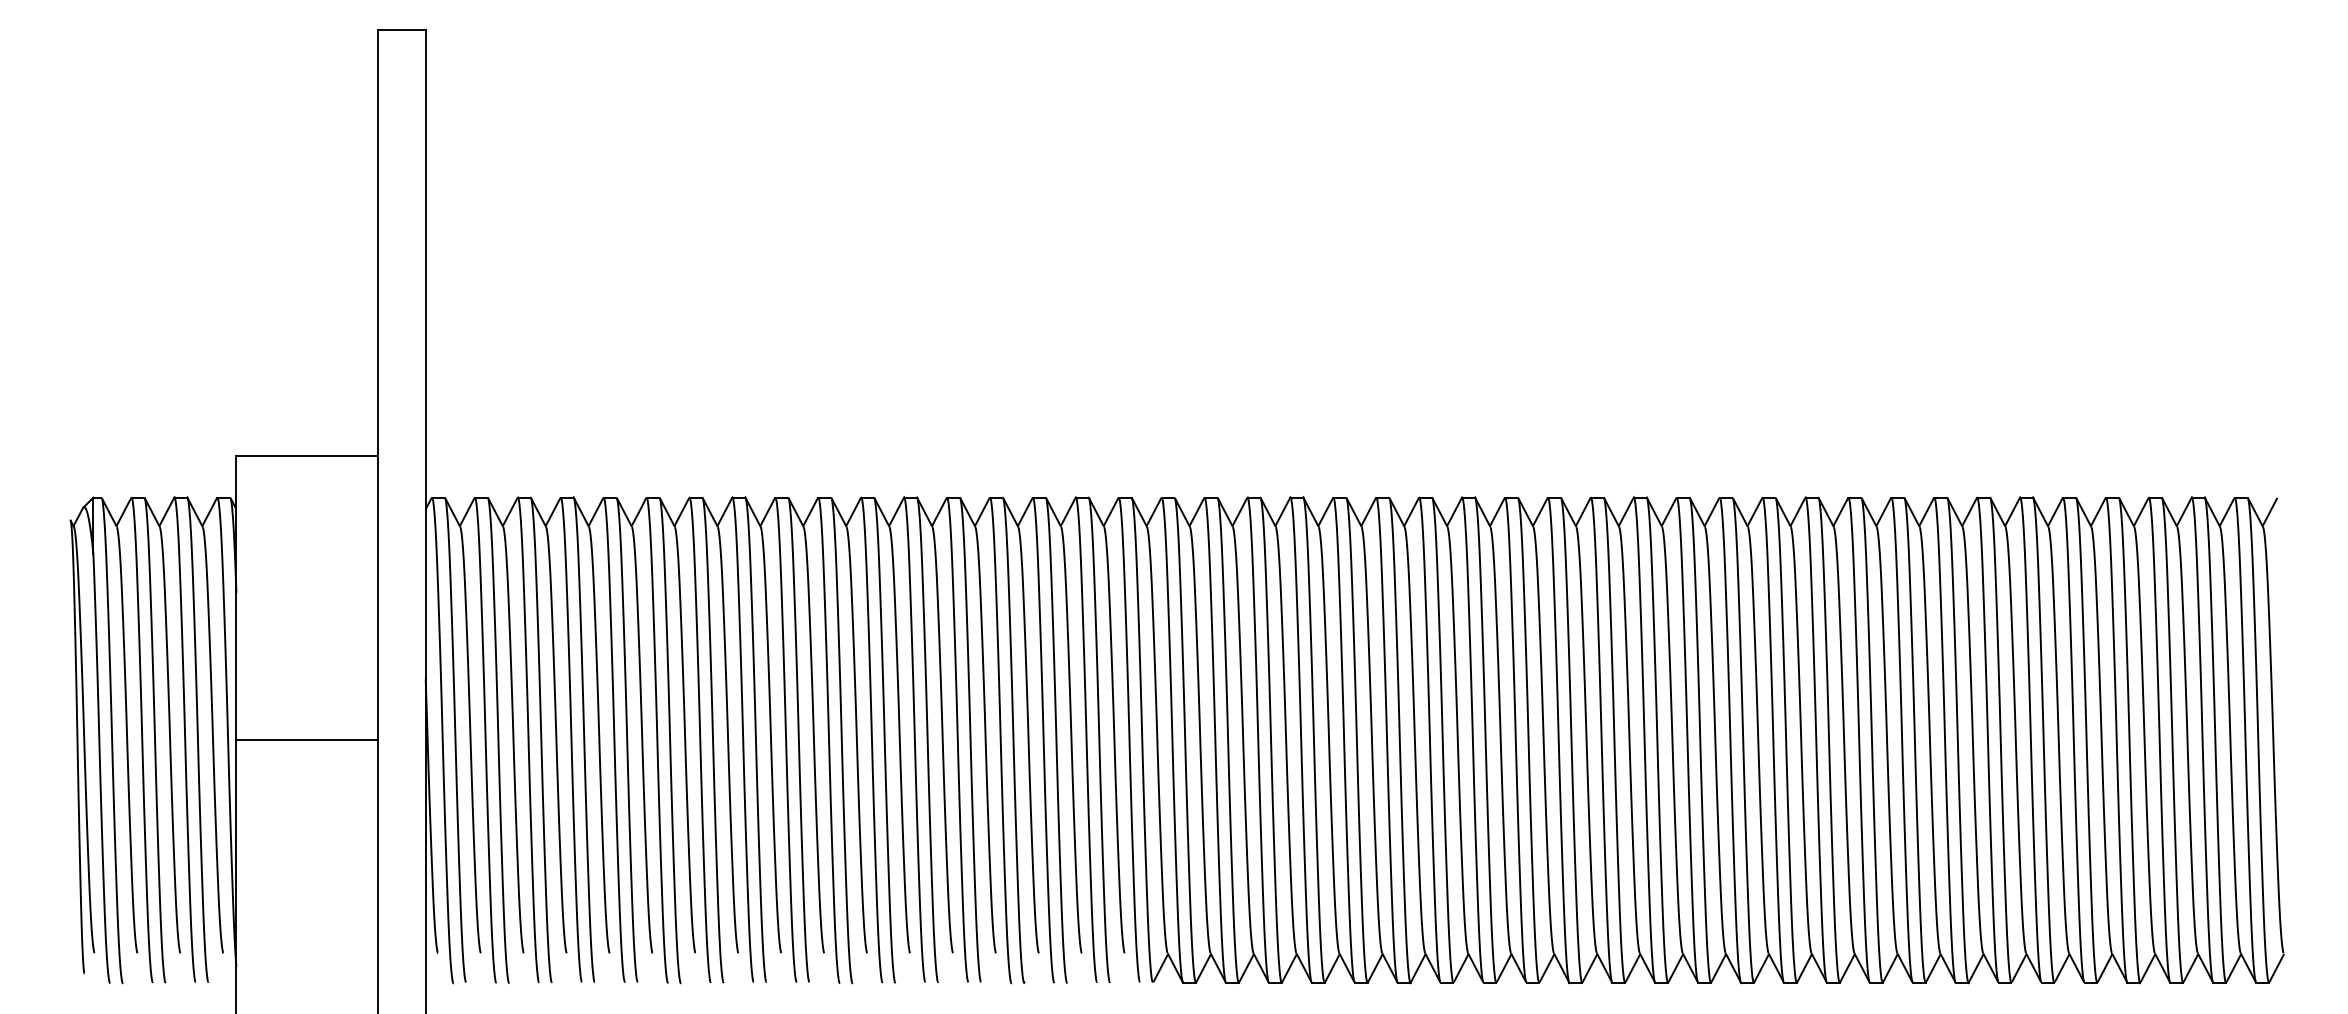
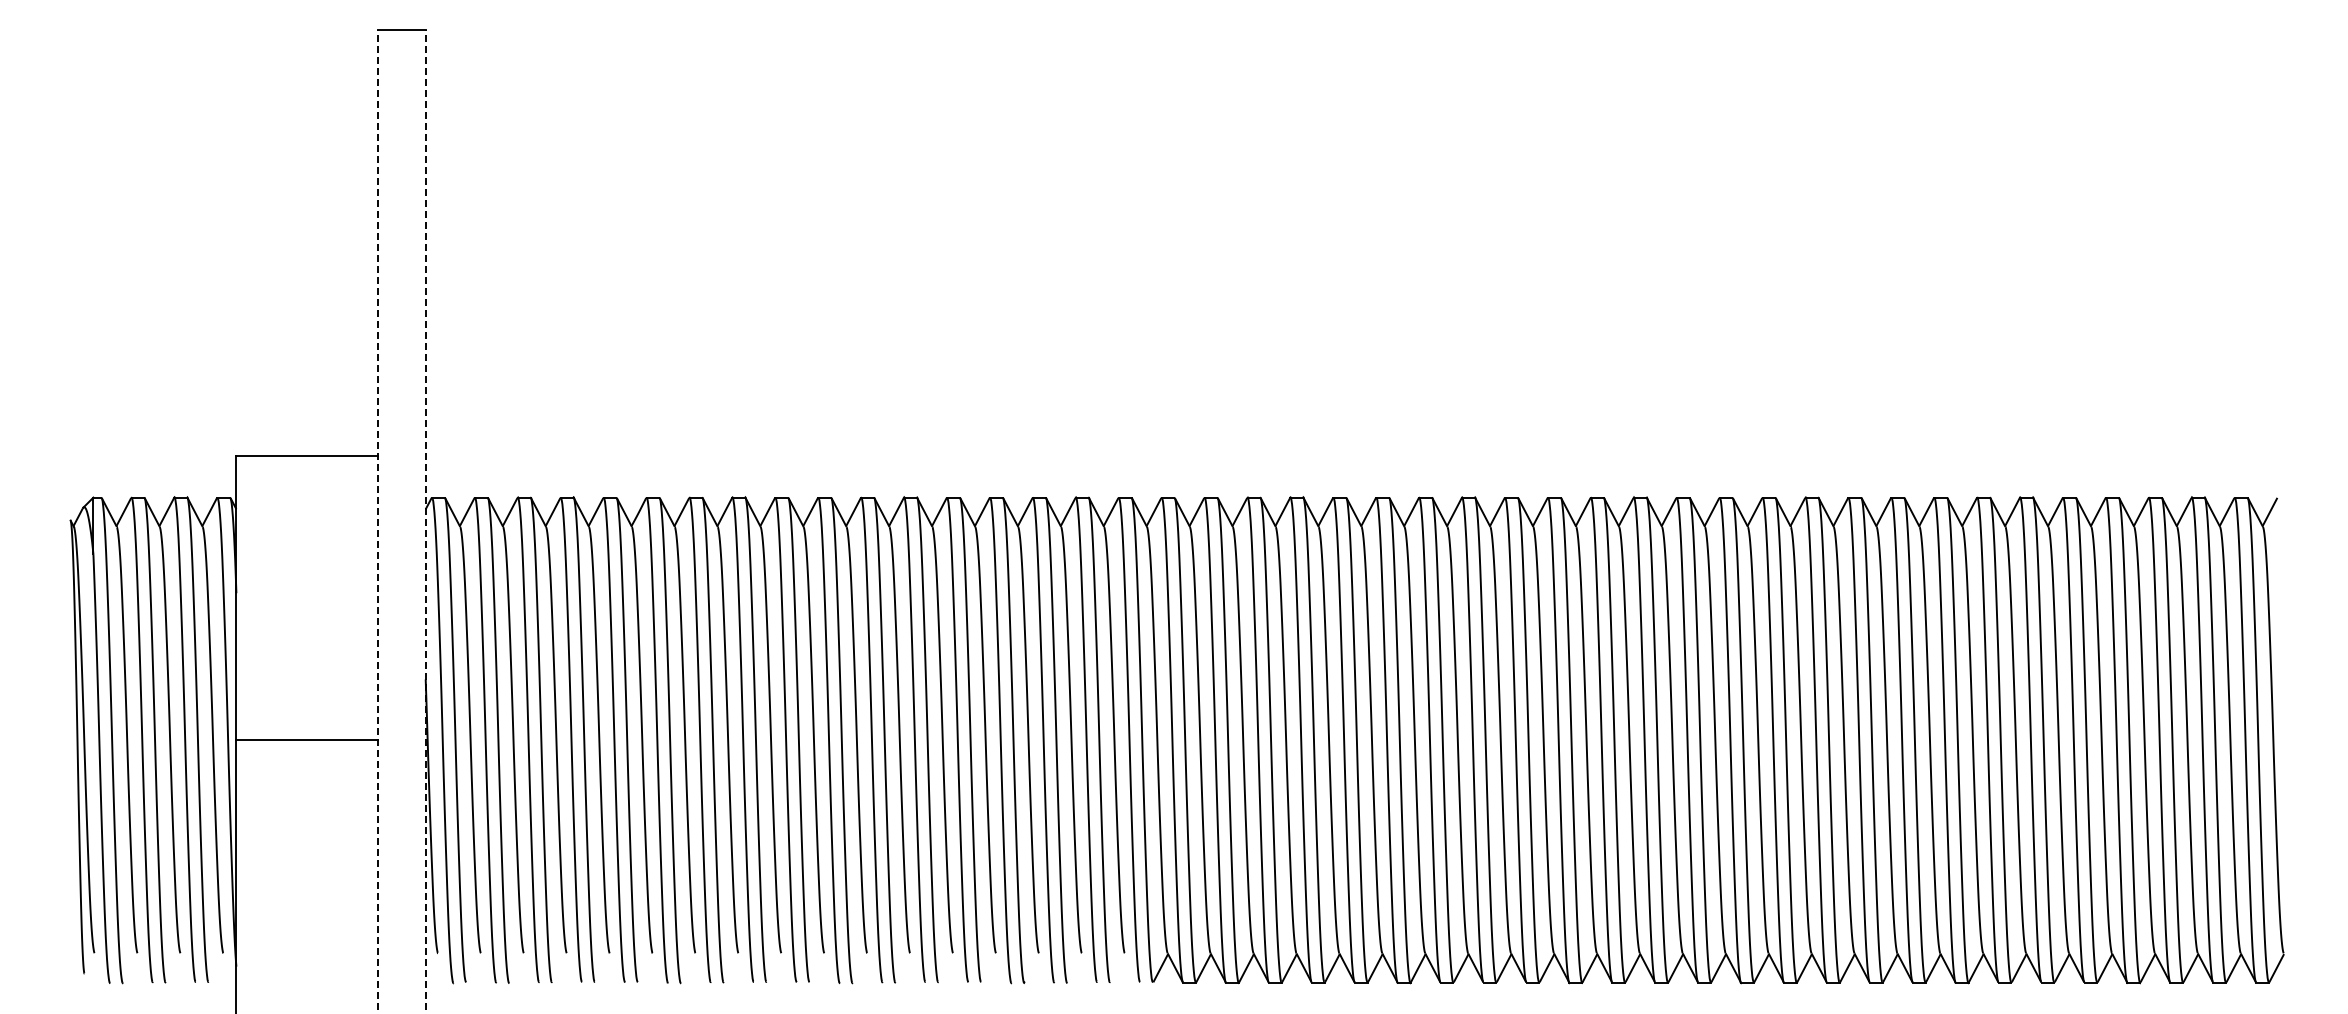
line at (378, 521): solid -> dashed
line at (425, 521): solid -> dashed
